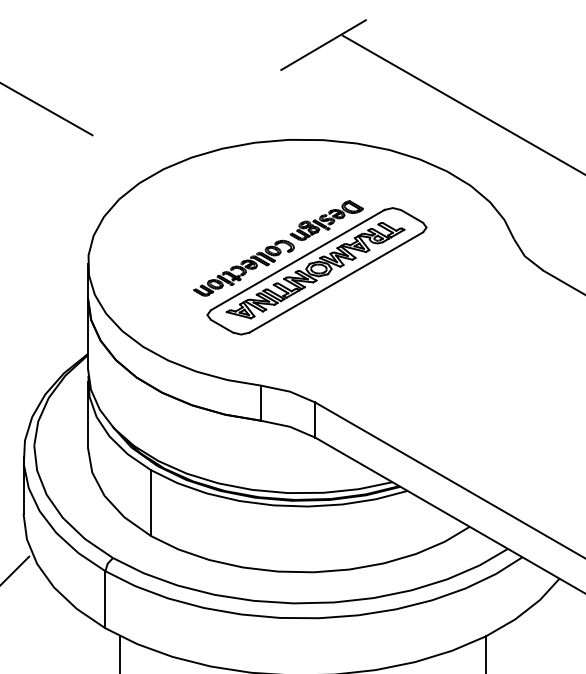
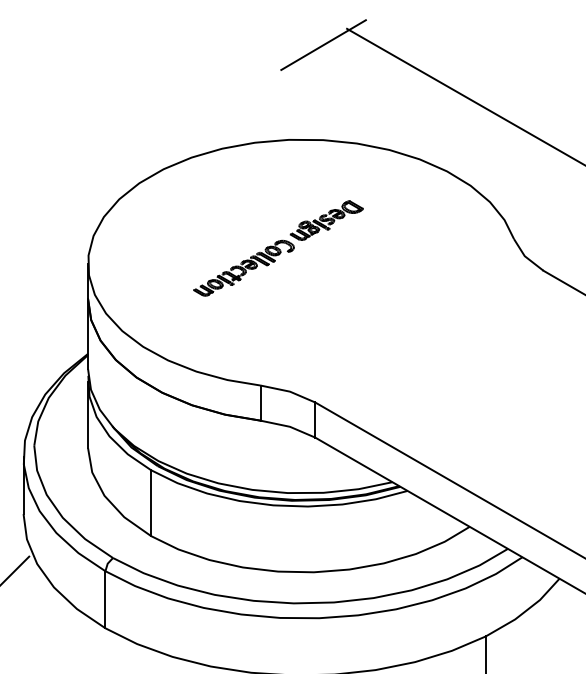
line at (462, 104) position: (462, 104) -> (464, 95)
line at (47, 109): present -> none
part at (316, 271): present -> none
line at (120, 653): present -> none
